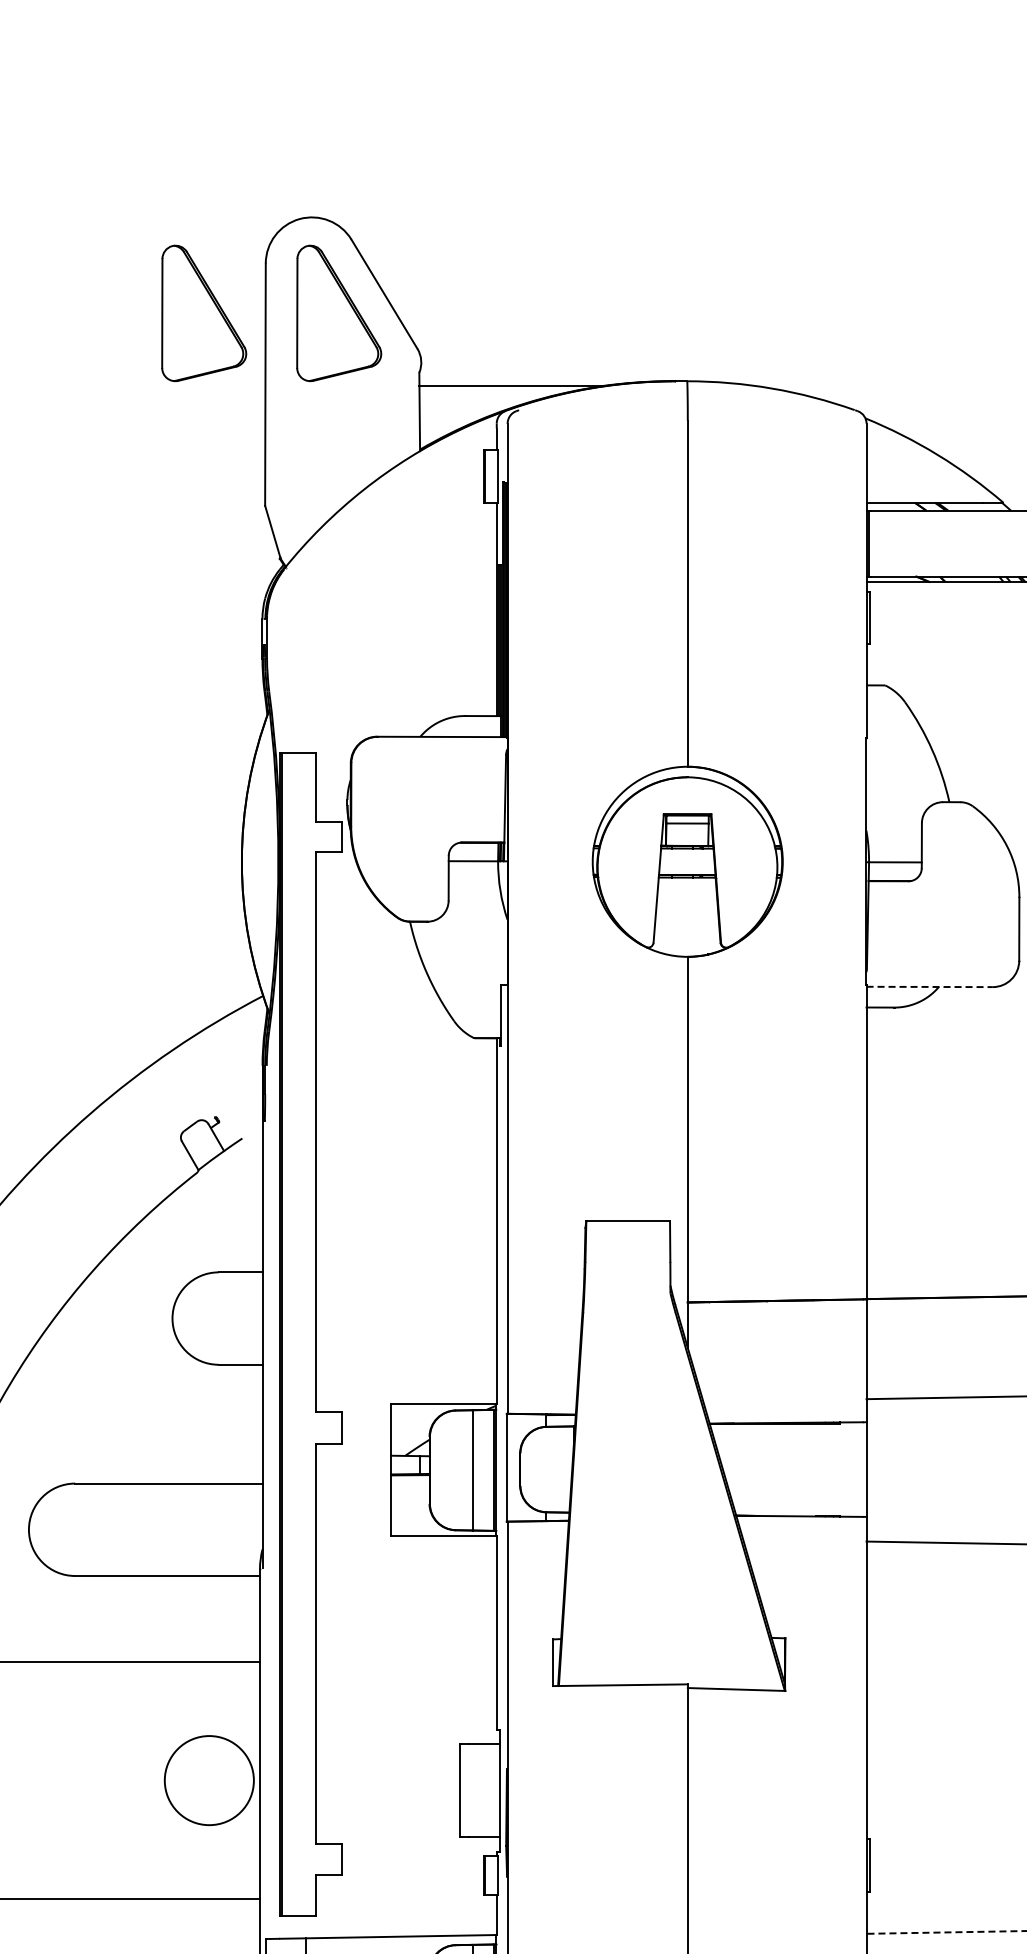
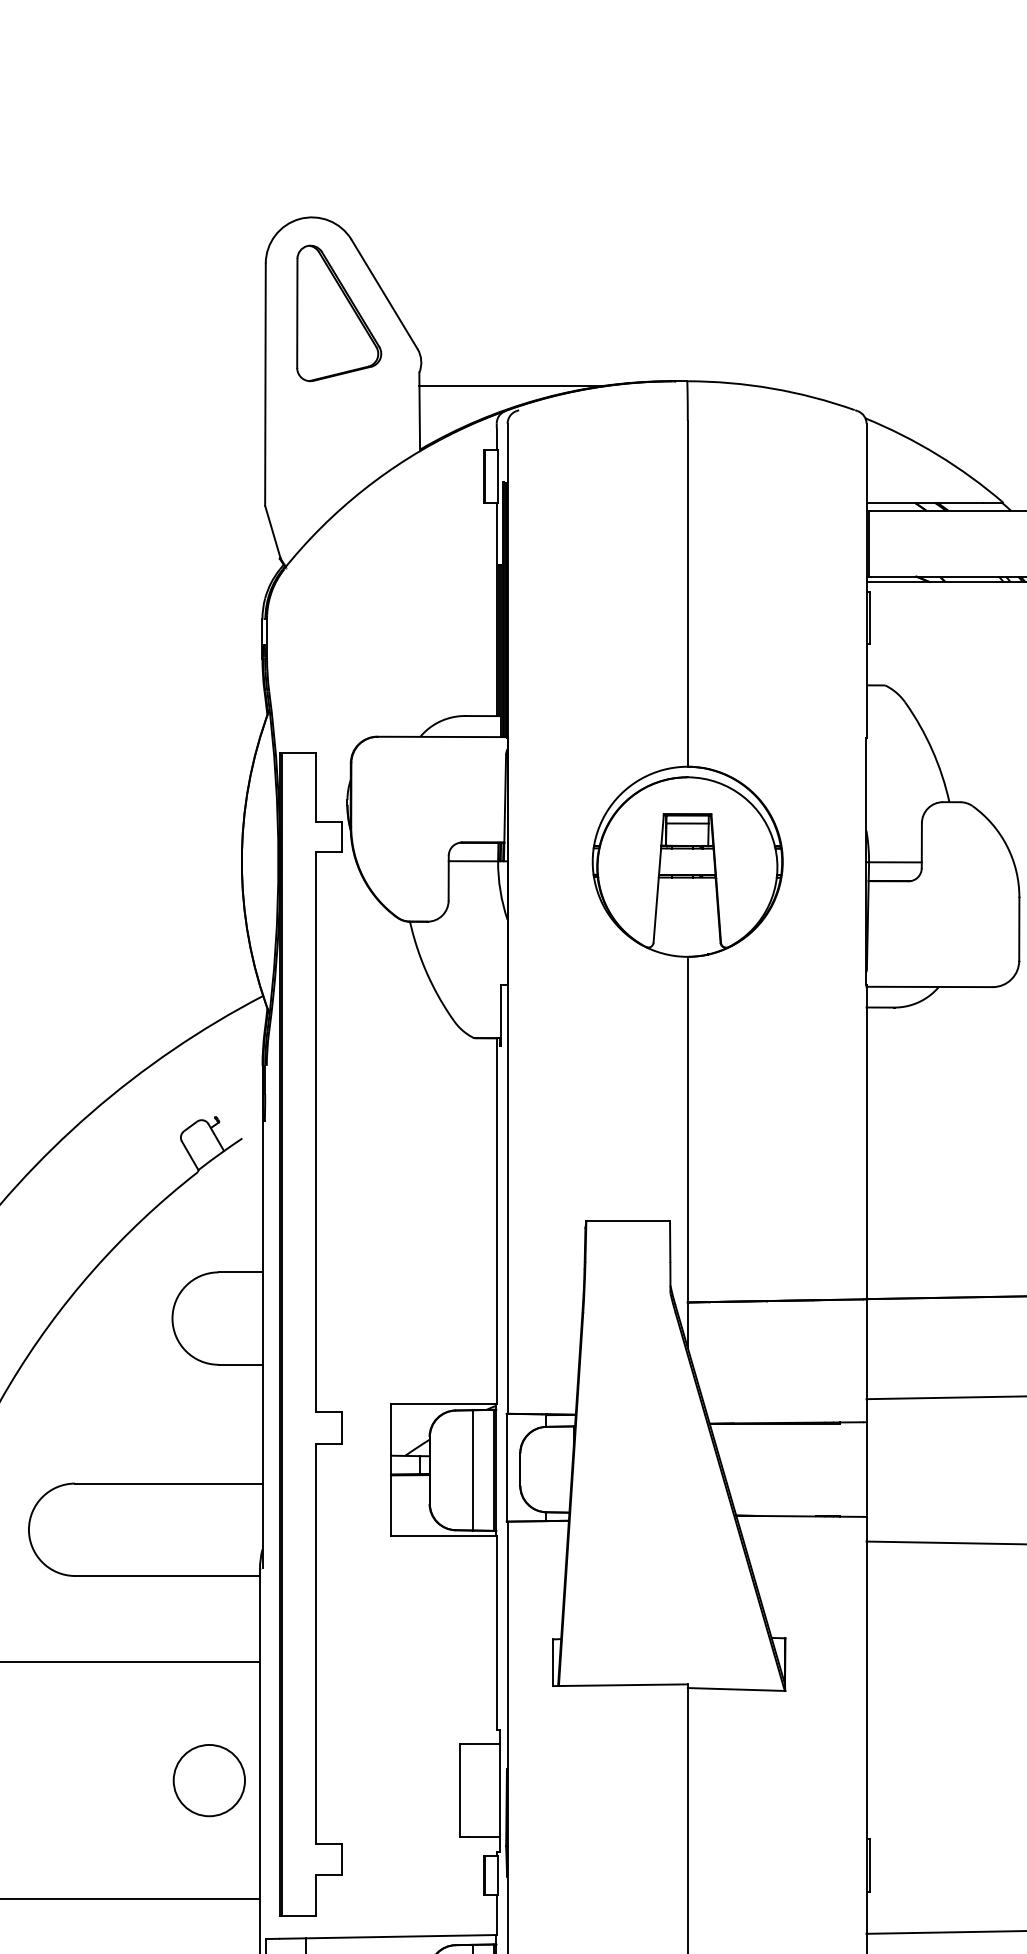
part at (204, 313): present -> none
line at (930, 986): dashed -> solid
circle at (208, 1780) diameter: 89 px -> 71 px
line at (946, 1932): dashed -> solid
